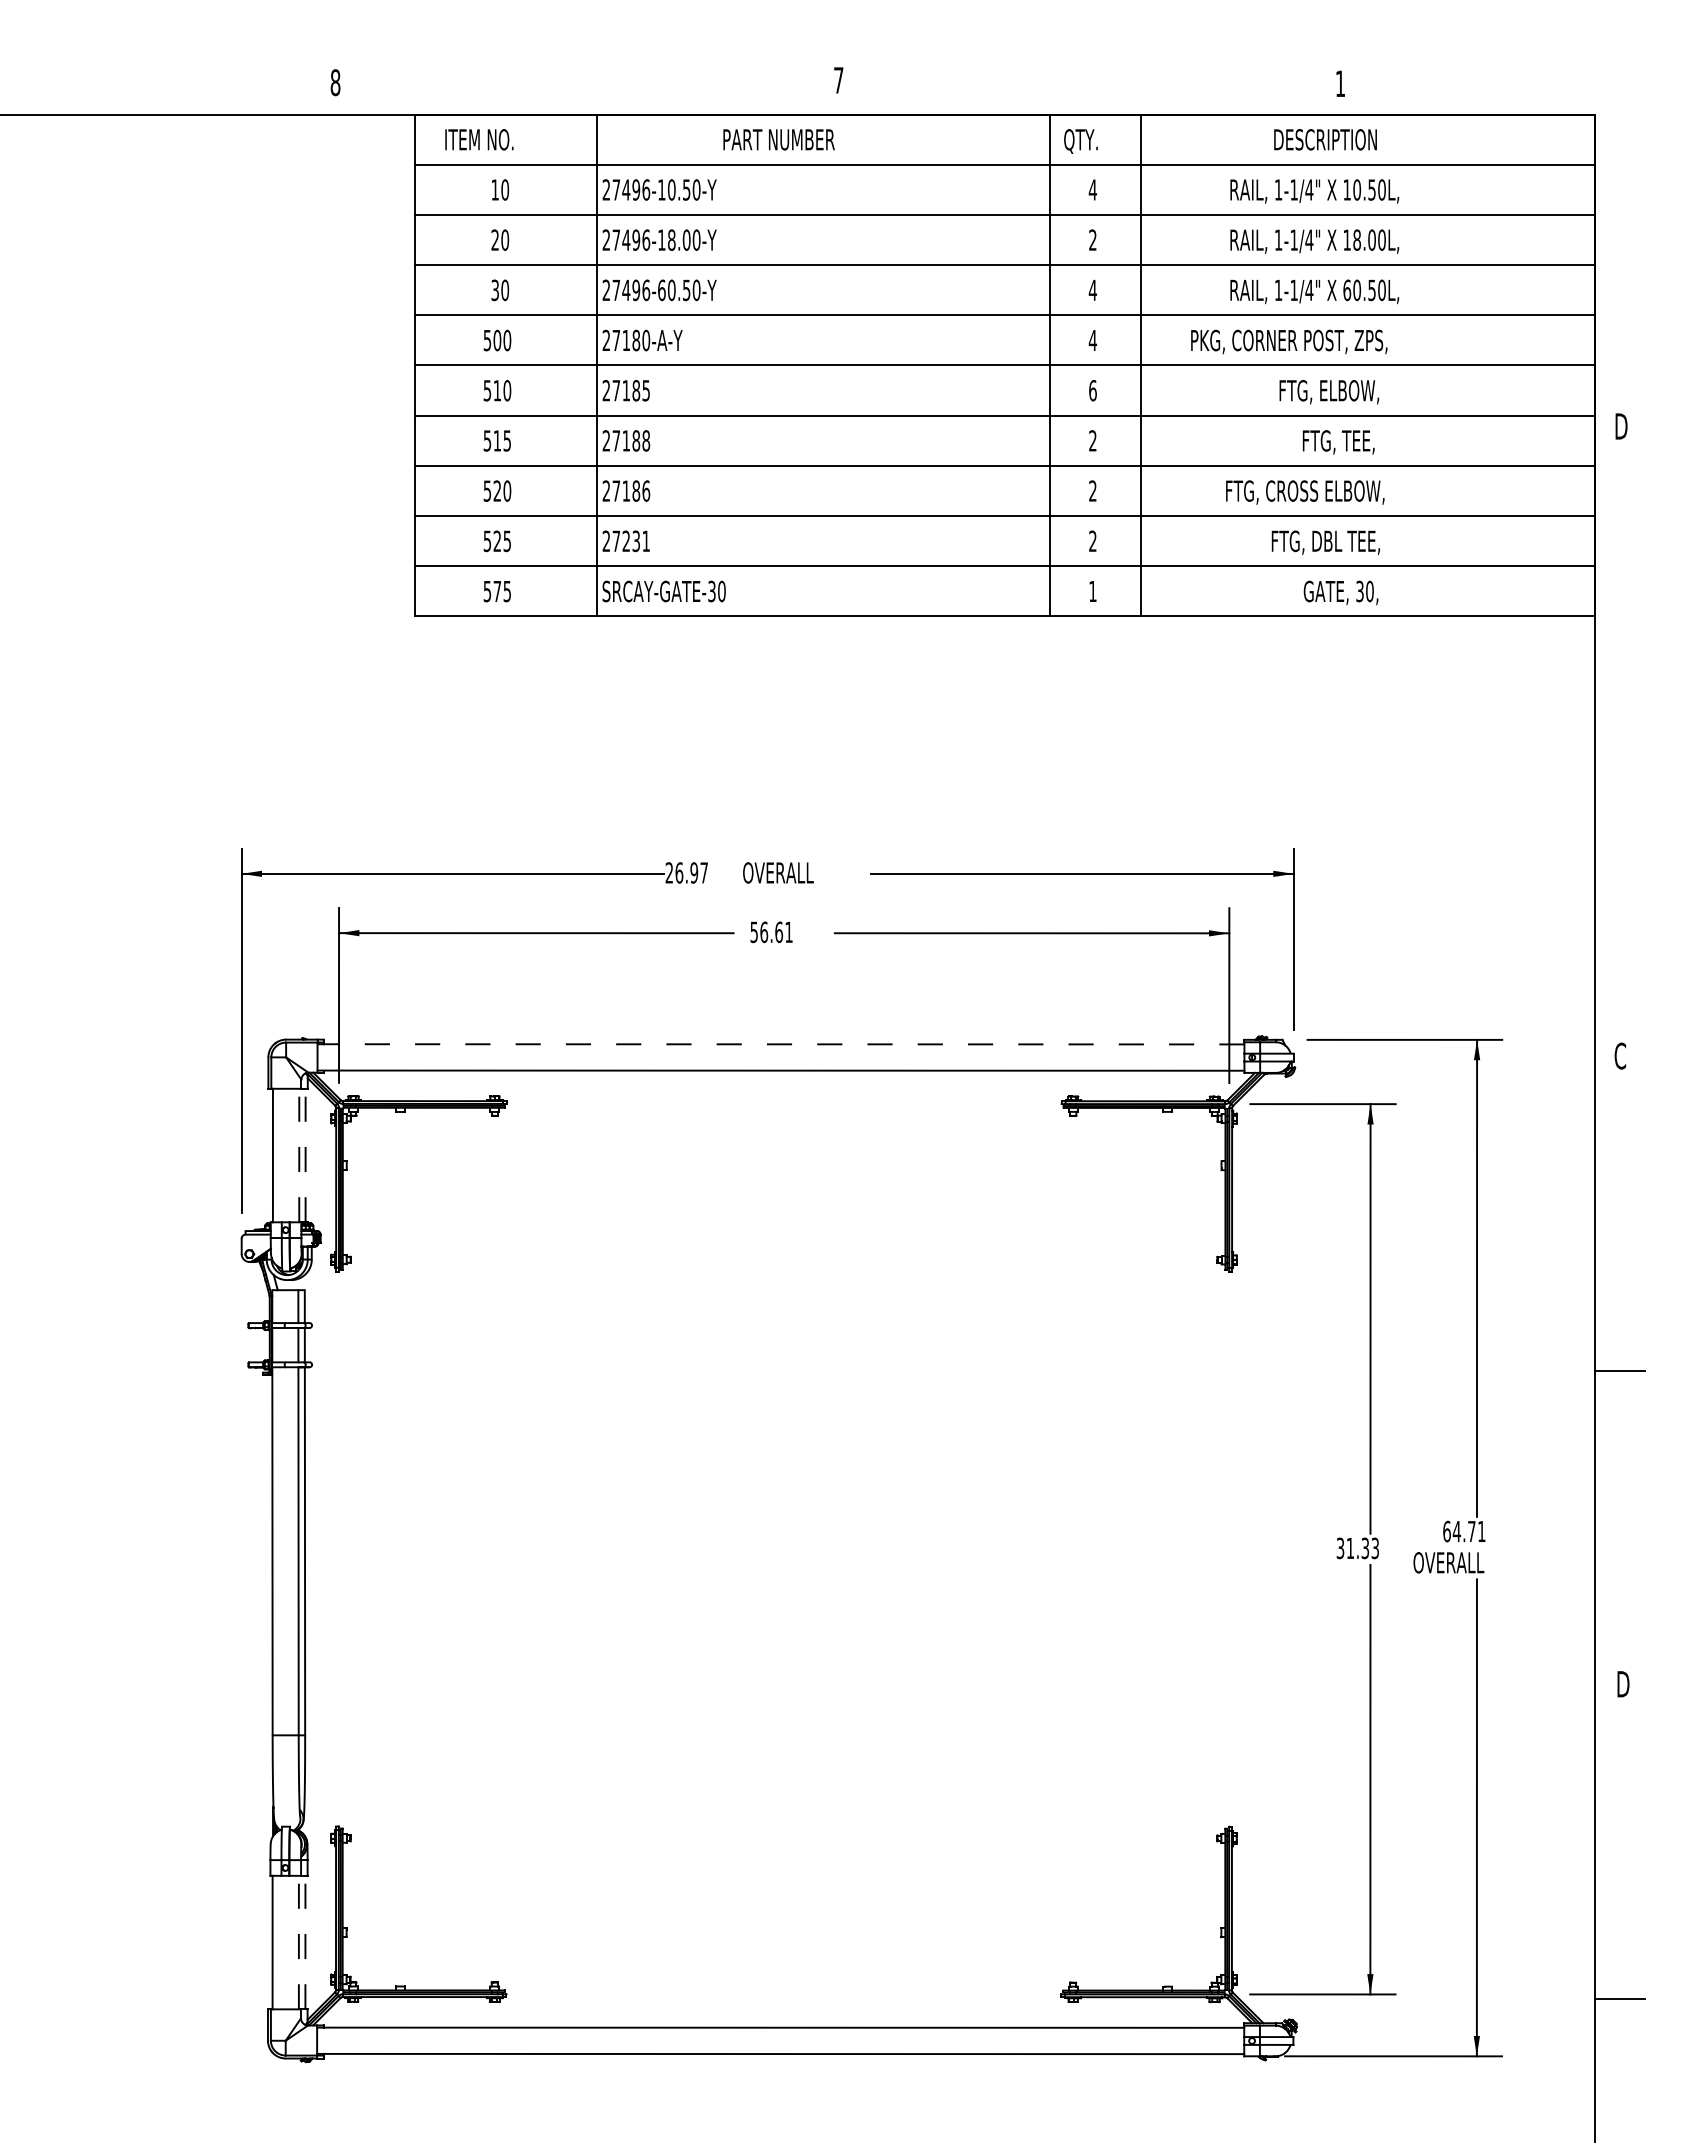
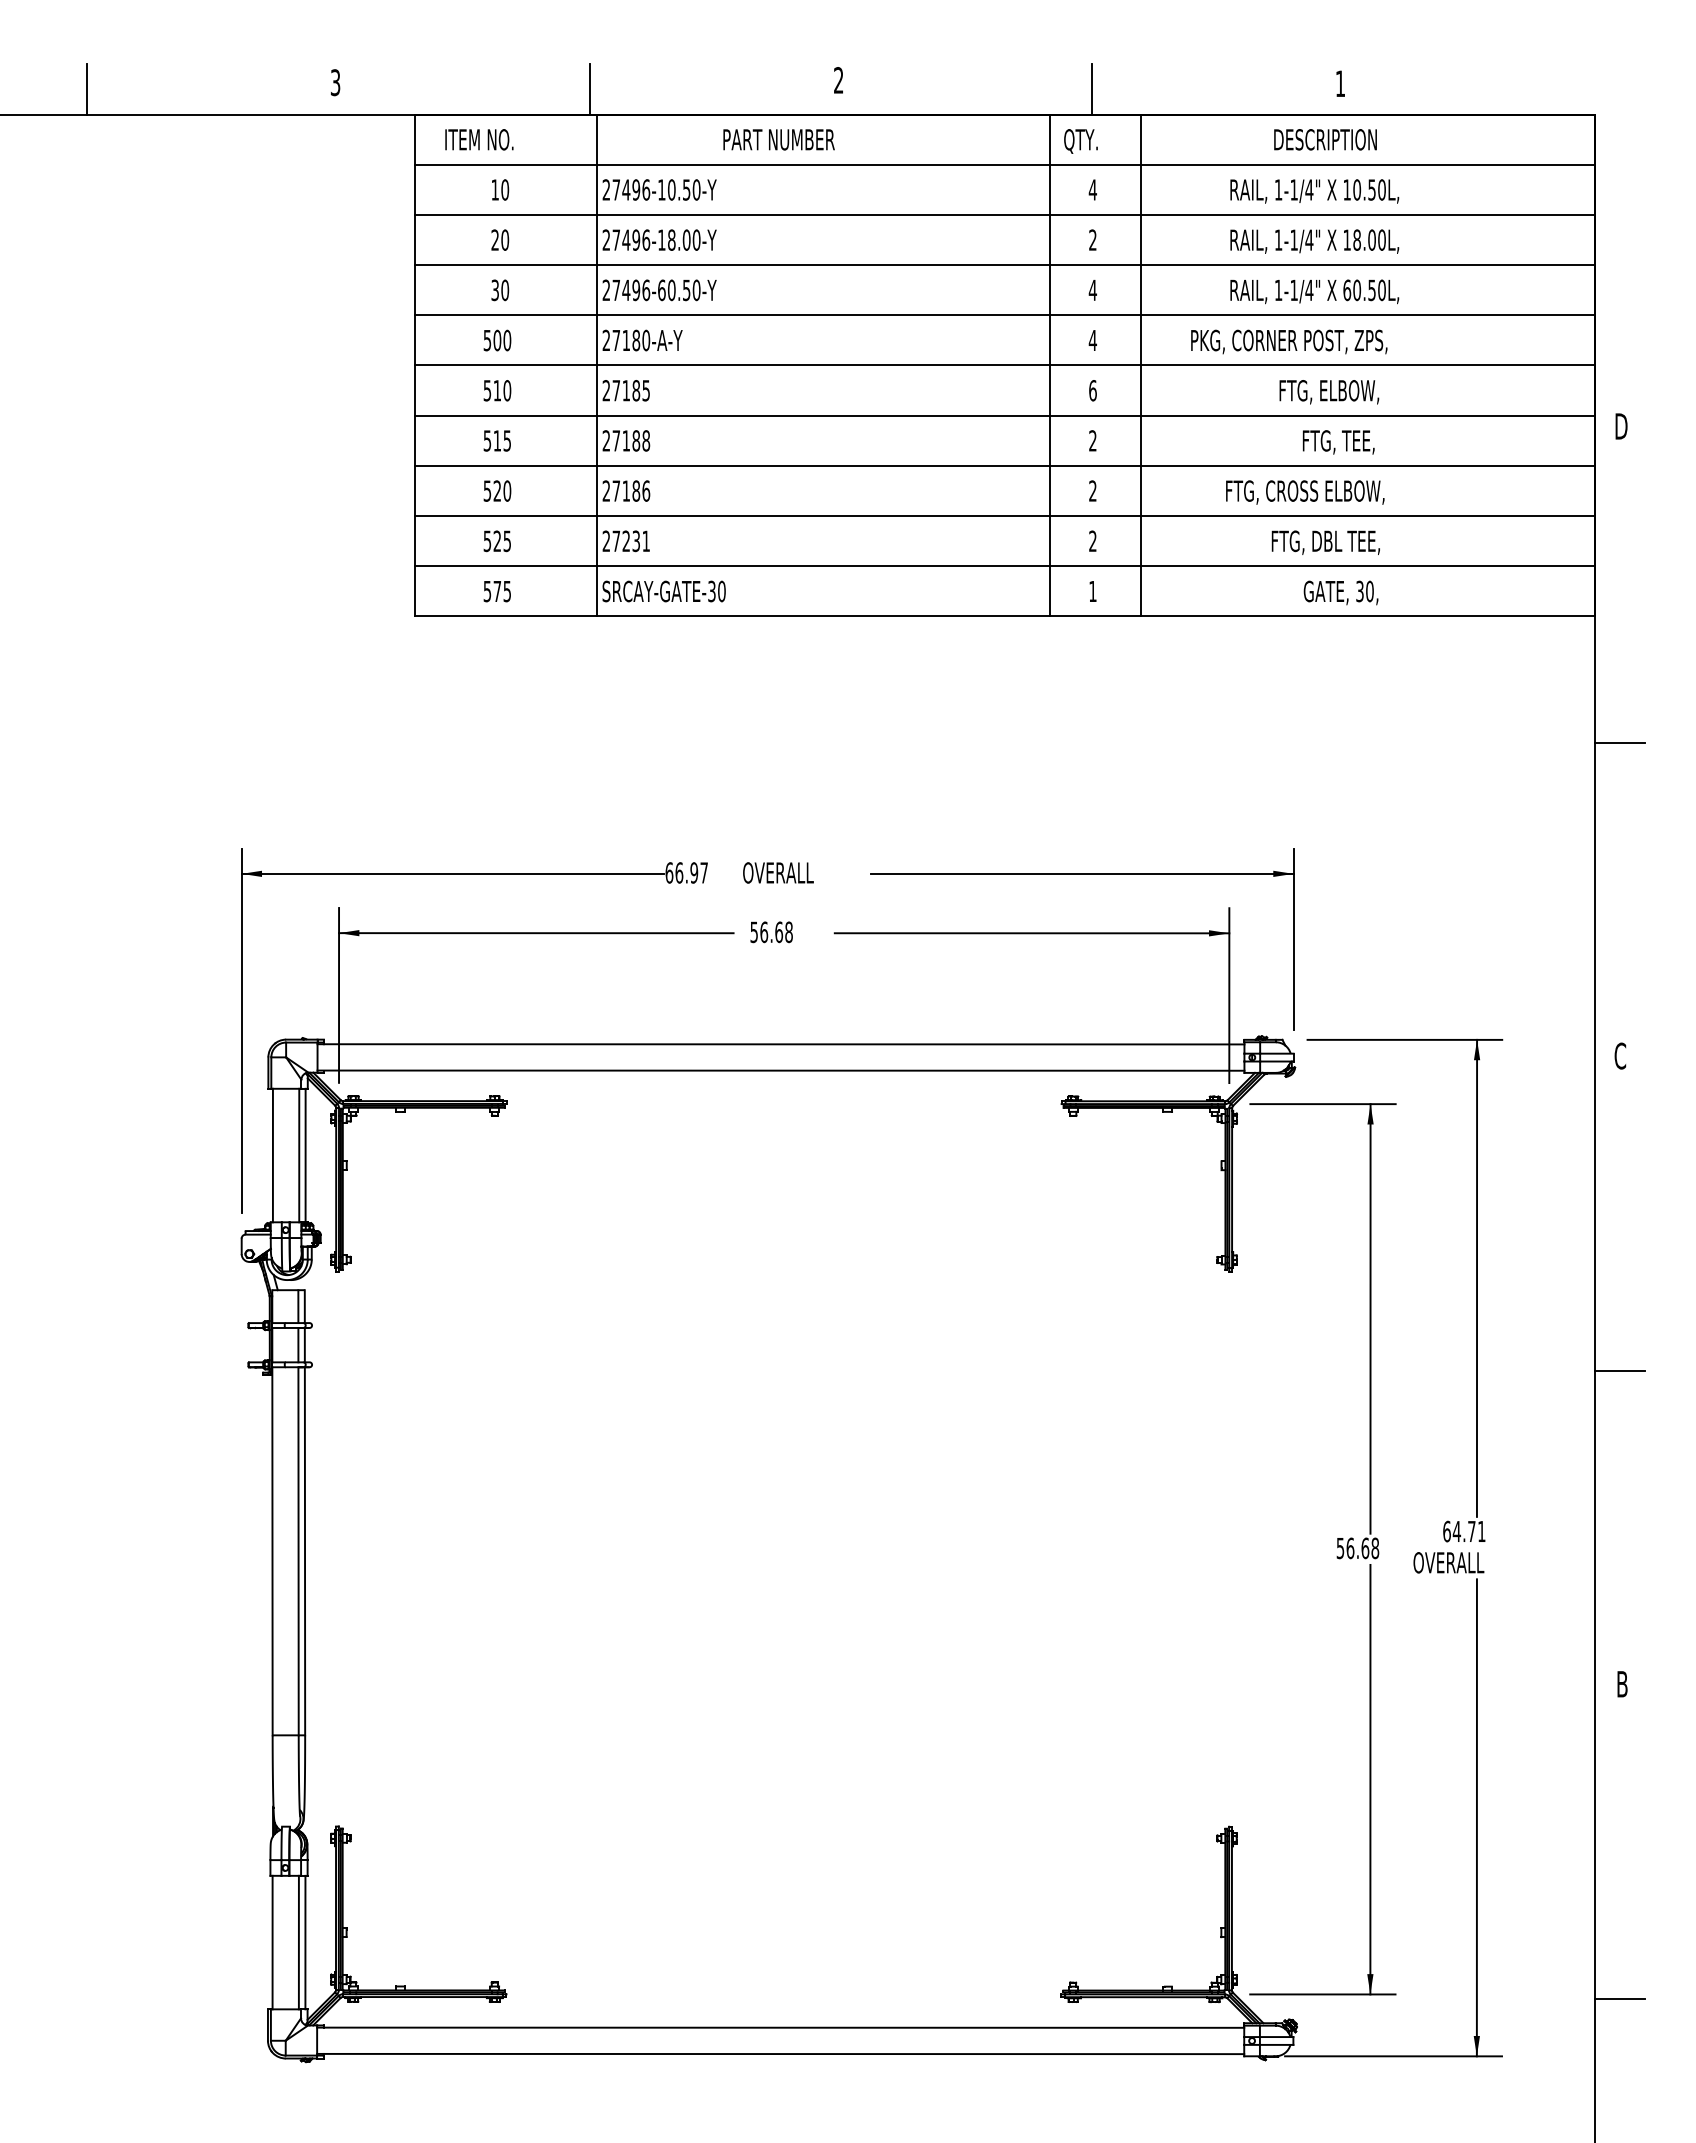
text at (838, 80): 7 -> 2
text at (335, 82): 8 -> 3
line at (87, 89): none -> present
line at (589, 89): none -> present
line at (1092, 89): none -> present
line at (1619, 742): none -> present
text at (669, 872): 26.97 -> 66.97
text at (788, 932): 56.61 -> 56.68
line at (780, 1044): dashed -> solid
line at (299, 1155): dashed -> solid
line at (305, 1155): dashed -> solid
text at (1358, 1548): 31.33 -> 56.68
text at (1624, 1684): D -> B
line at (298, 1942): dashed -> solid
line at (305, 1942): dashed -> solid
